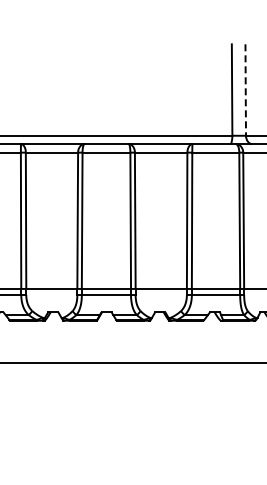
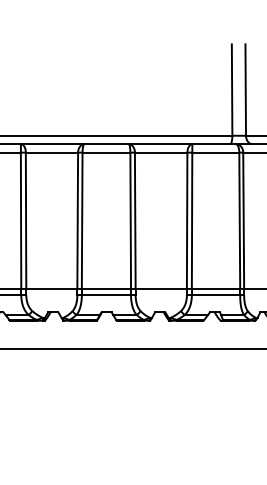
line at (245, 90): dashed -> solid
line at (132, 363) position: (132, 363) -> (132, 349)
